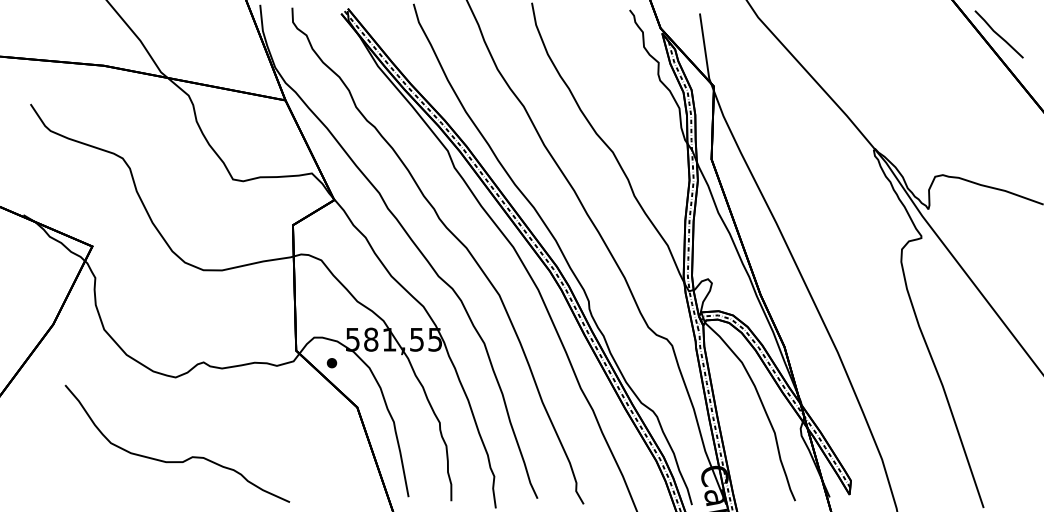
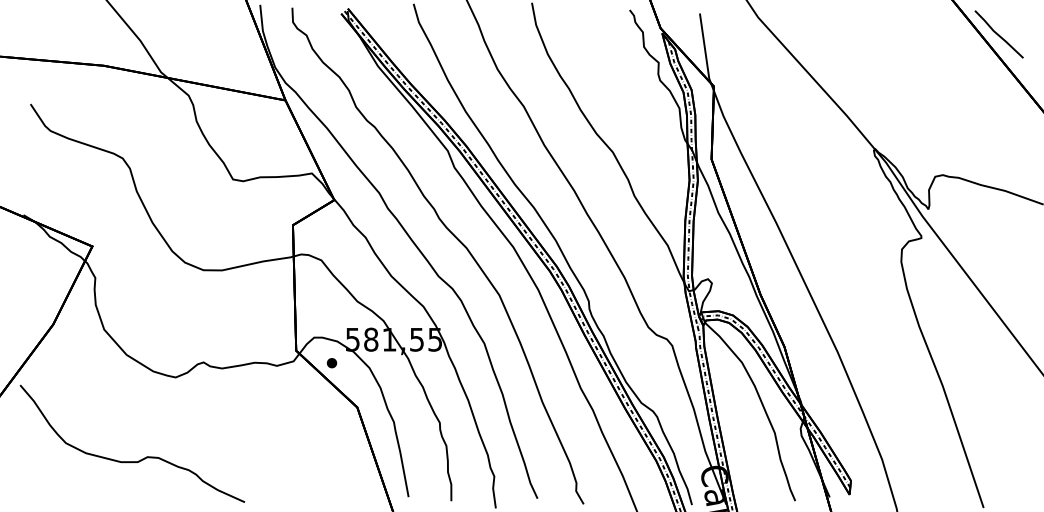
curve at (185, 459) position: (185, 459) -> (140, 459)
